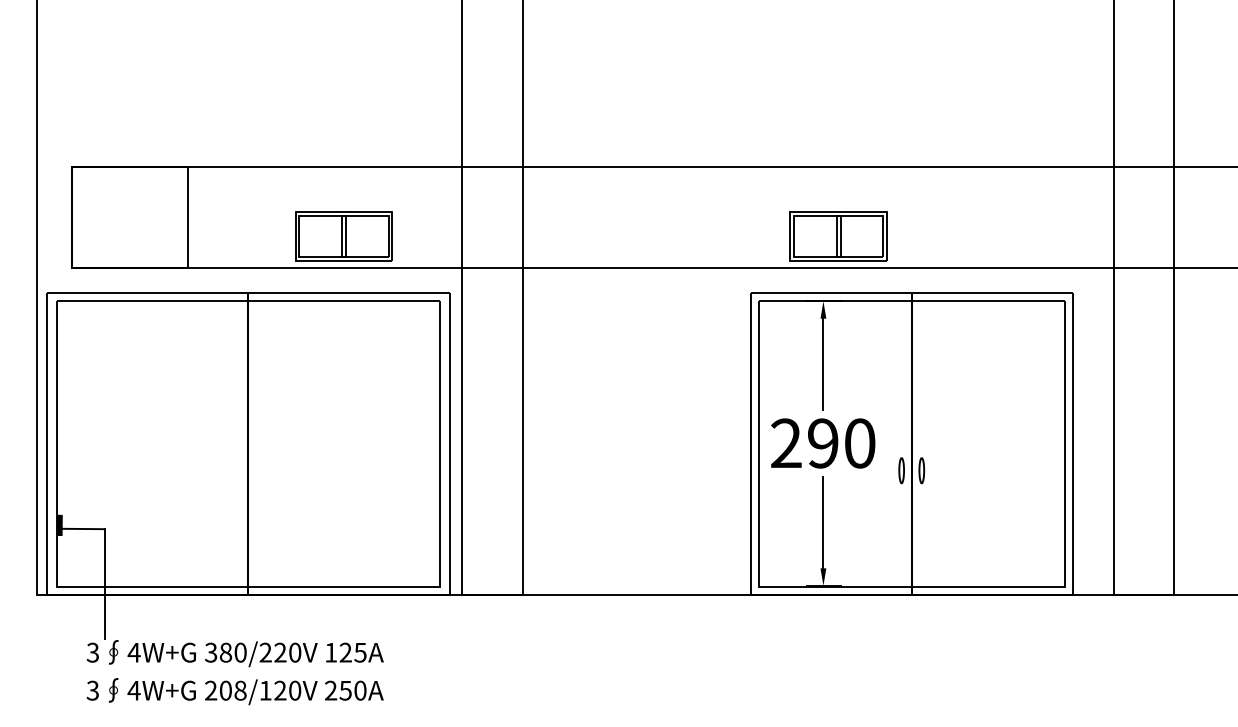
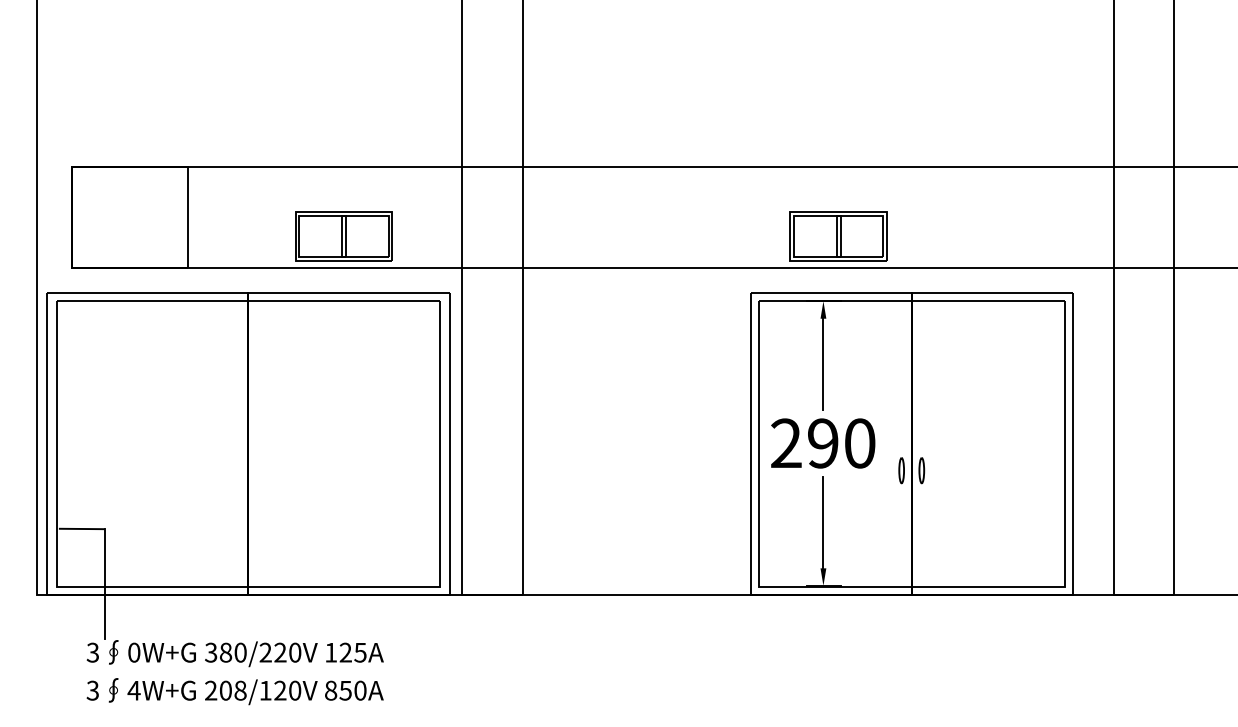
fill at (59, 524): present -> none
text at (133, 652): 4W+G -> 0W+G
text at (331, 690): 250A -> 850A
